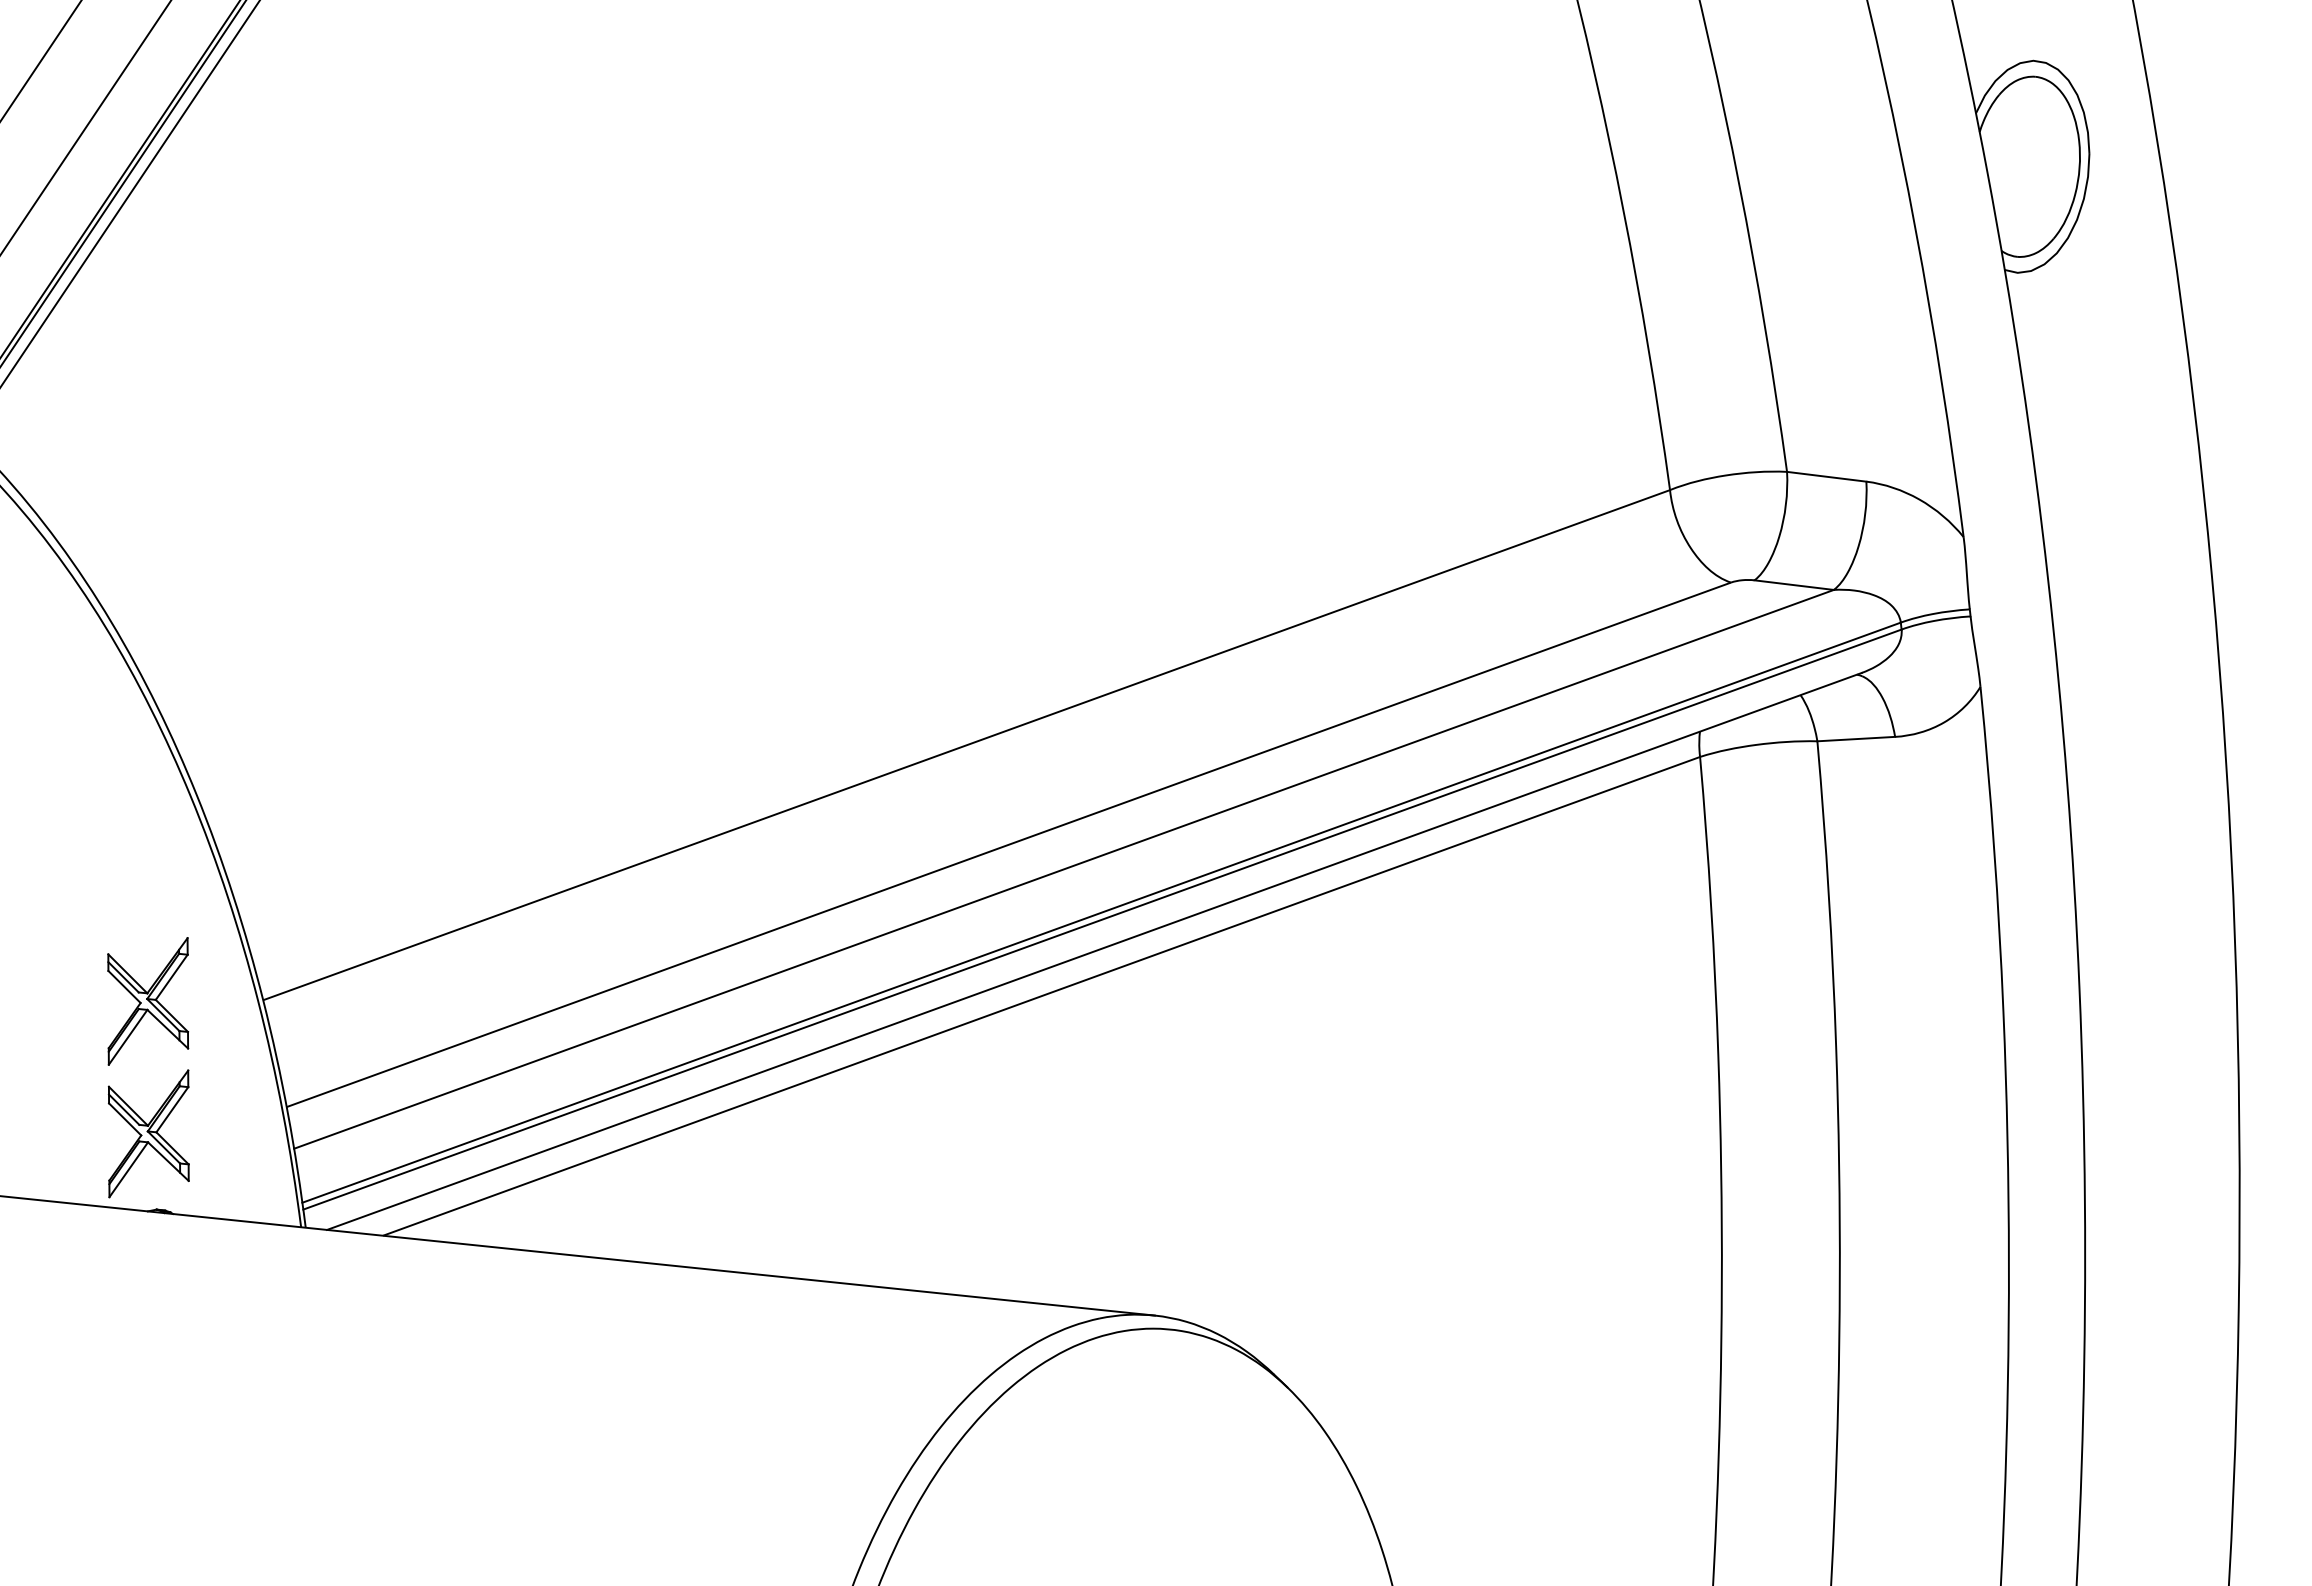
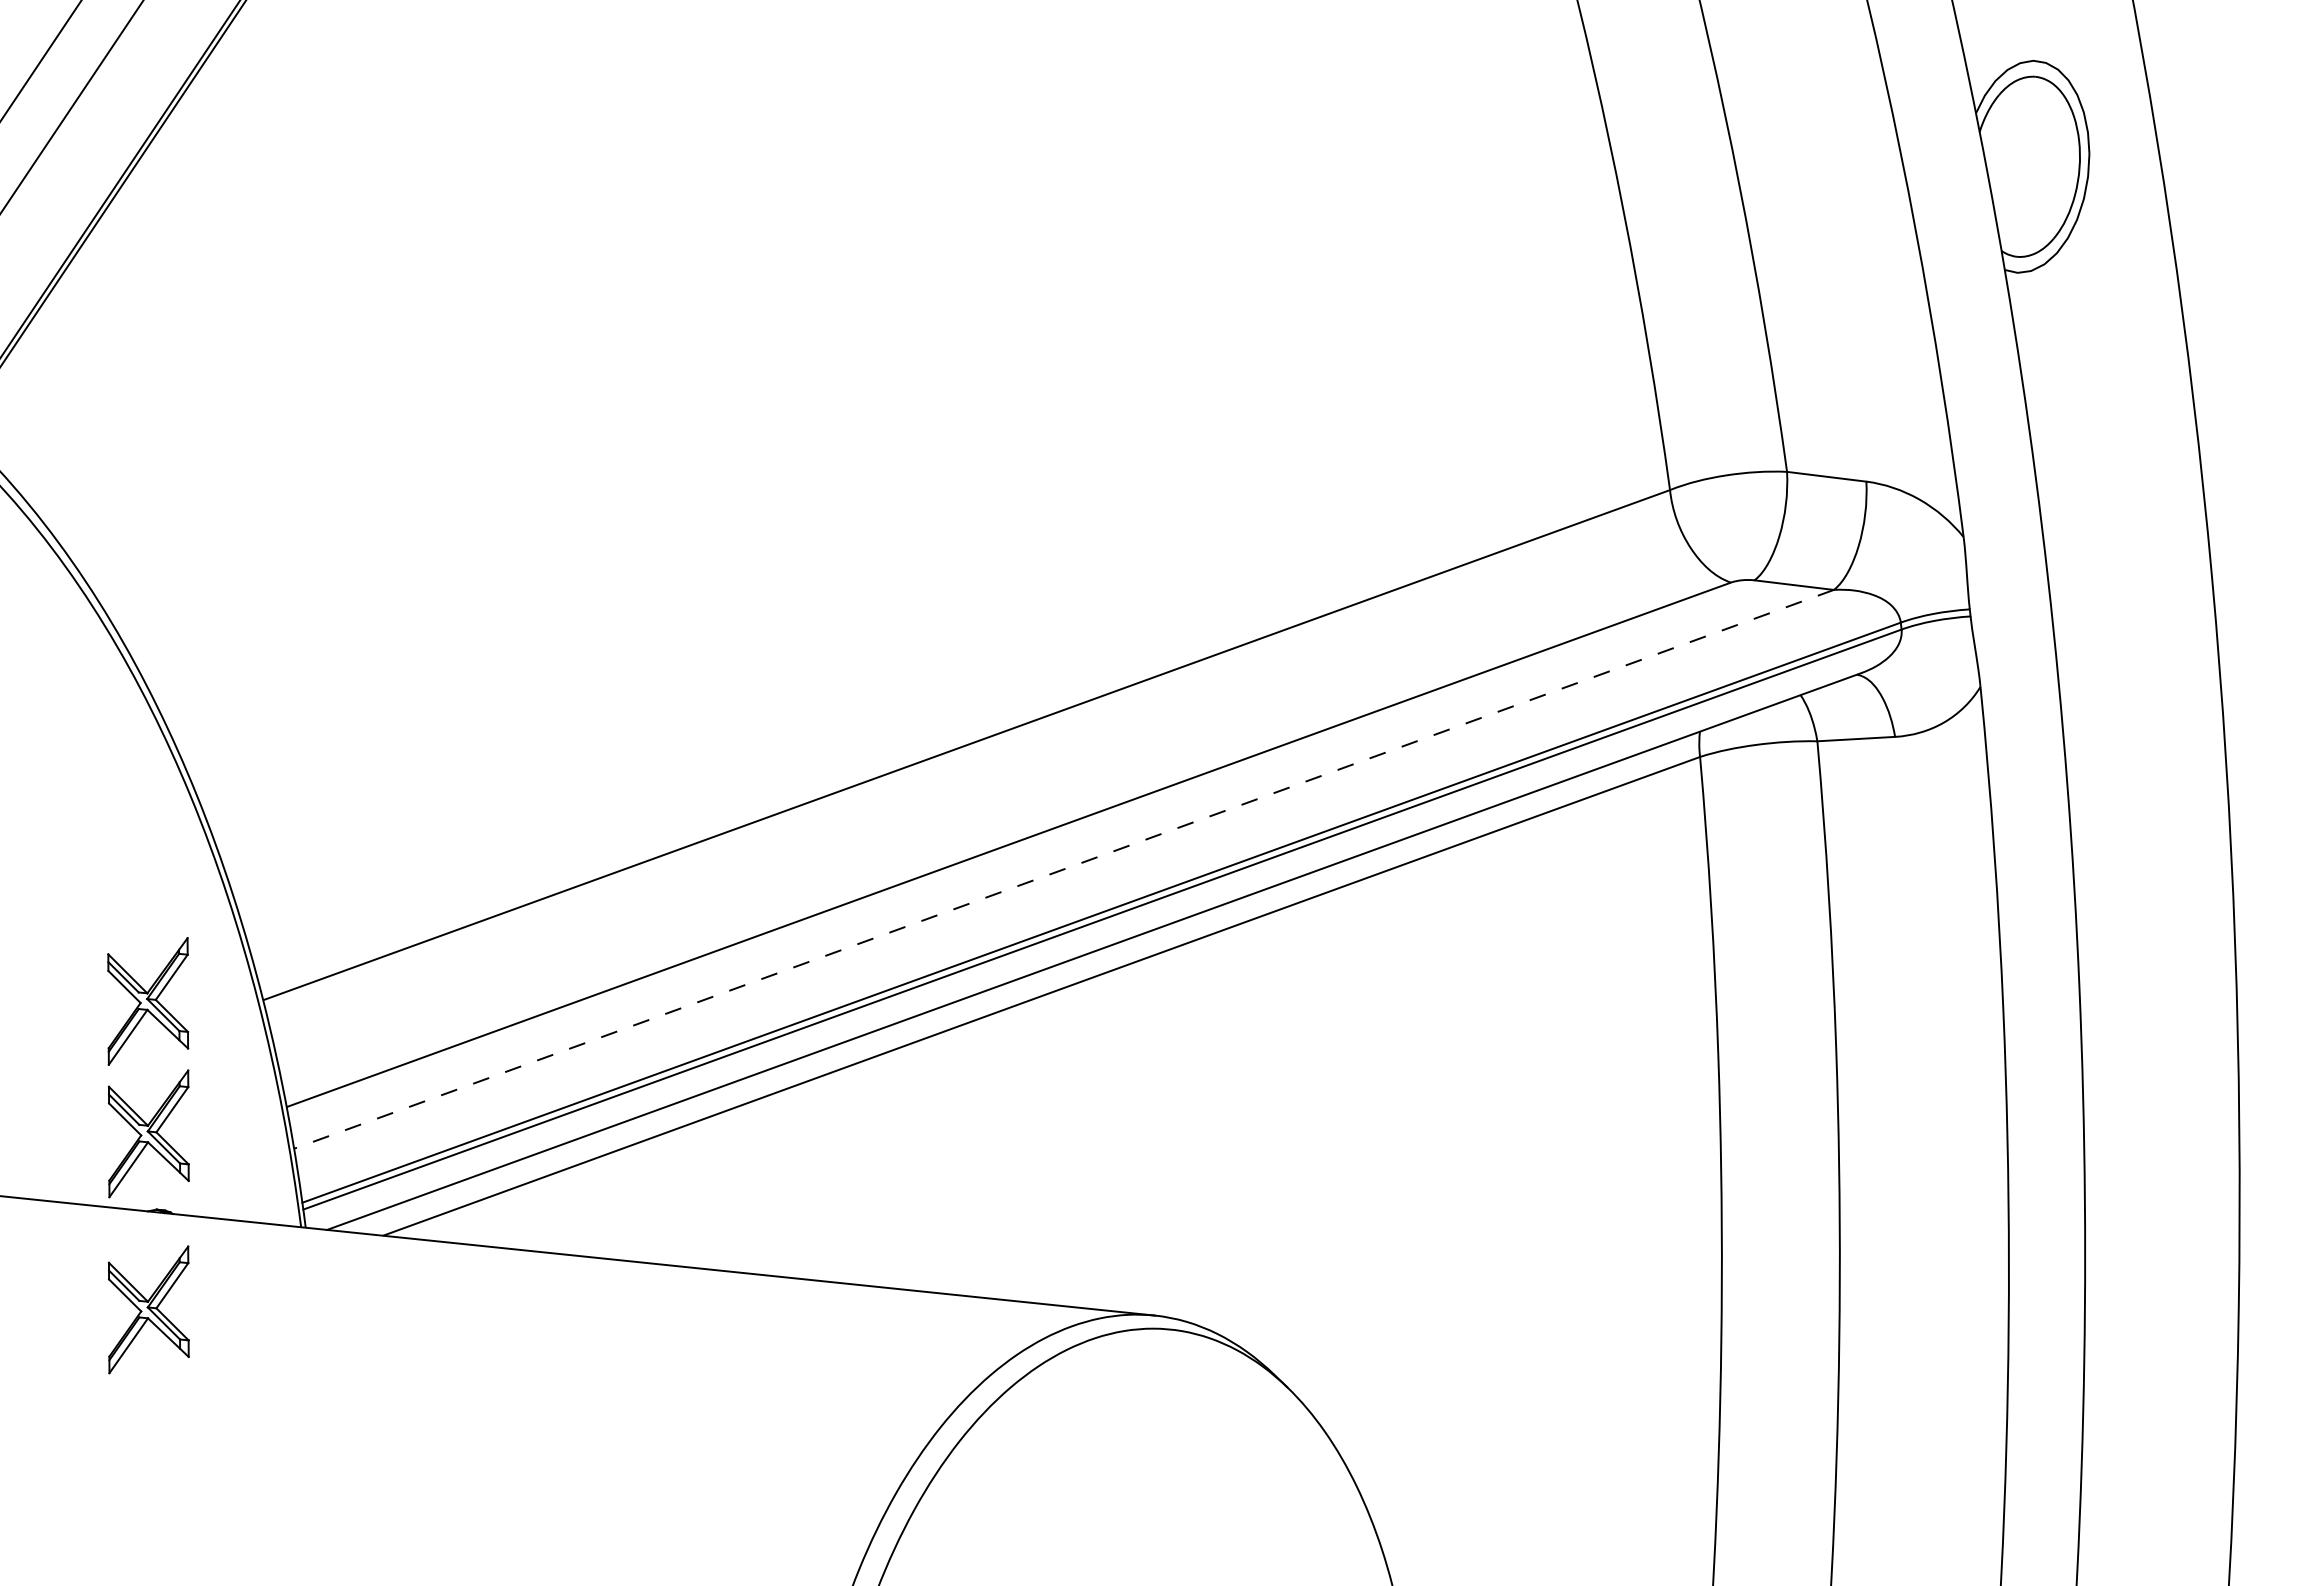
line at (85, 127) position: (85, 127) -> (71, 106)
line at (130, 193): present -> none
line at (1064, 869): solid -> dashed
part at (148, 1309): none -> present
